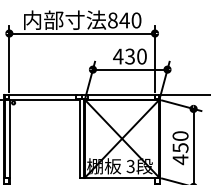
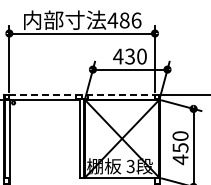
text at (124, 20): 840 -> 486
line at (82, 94): solid -> dashed
